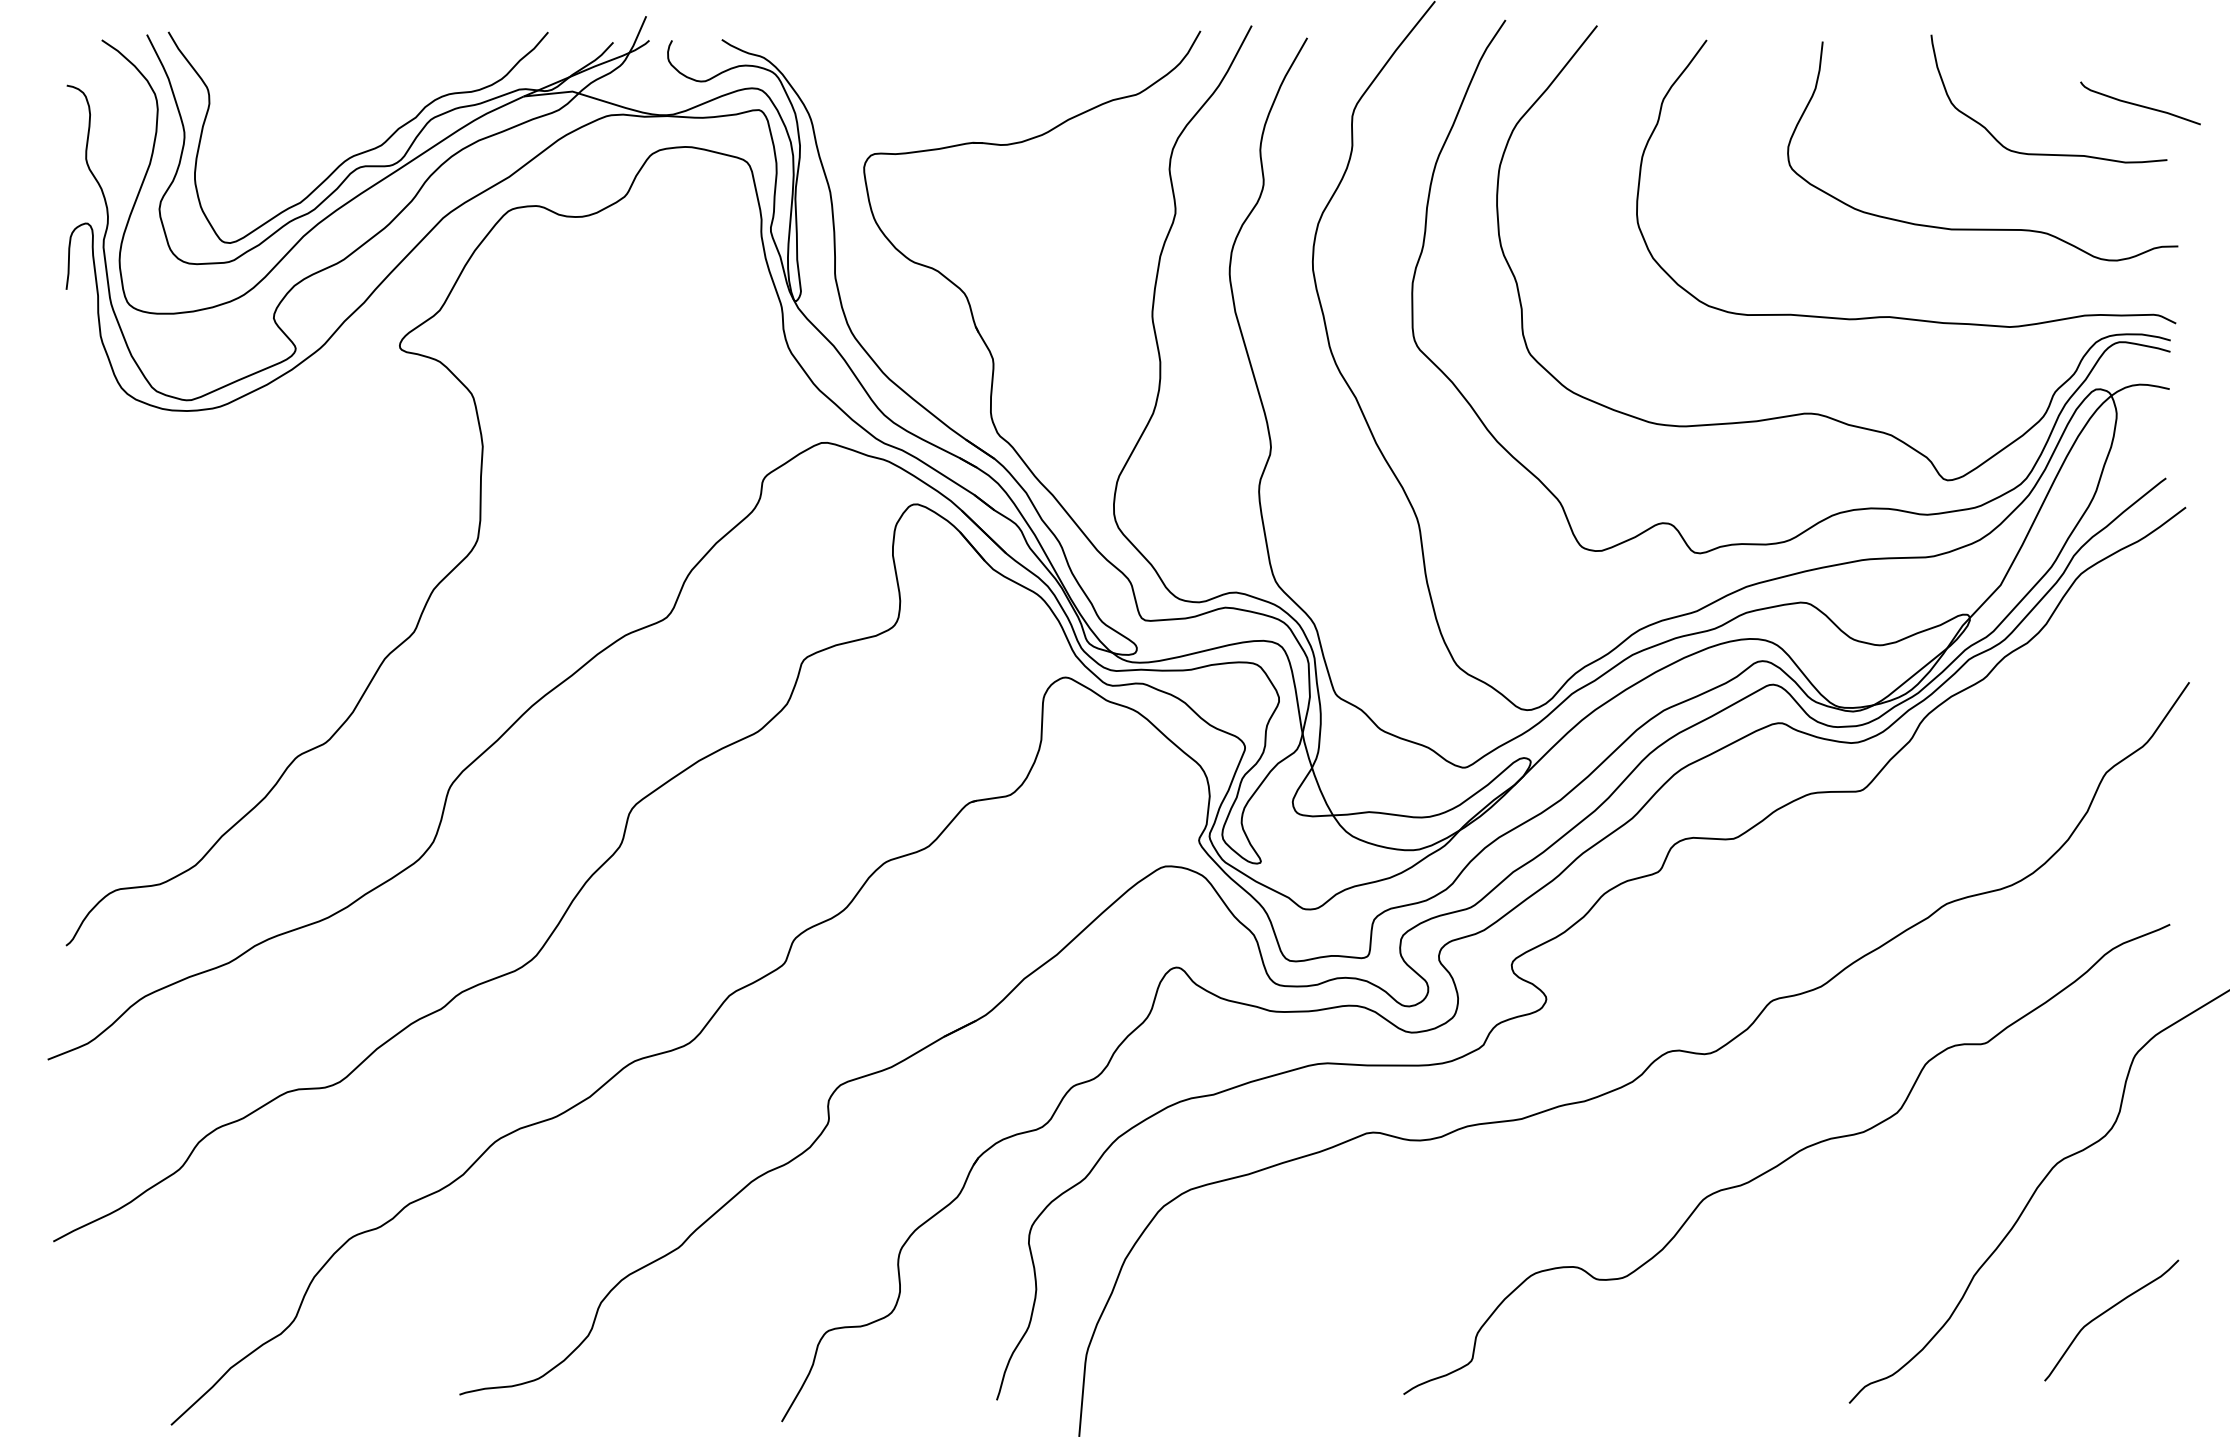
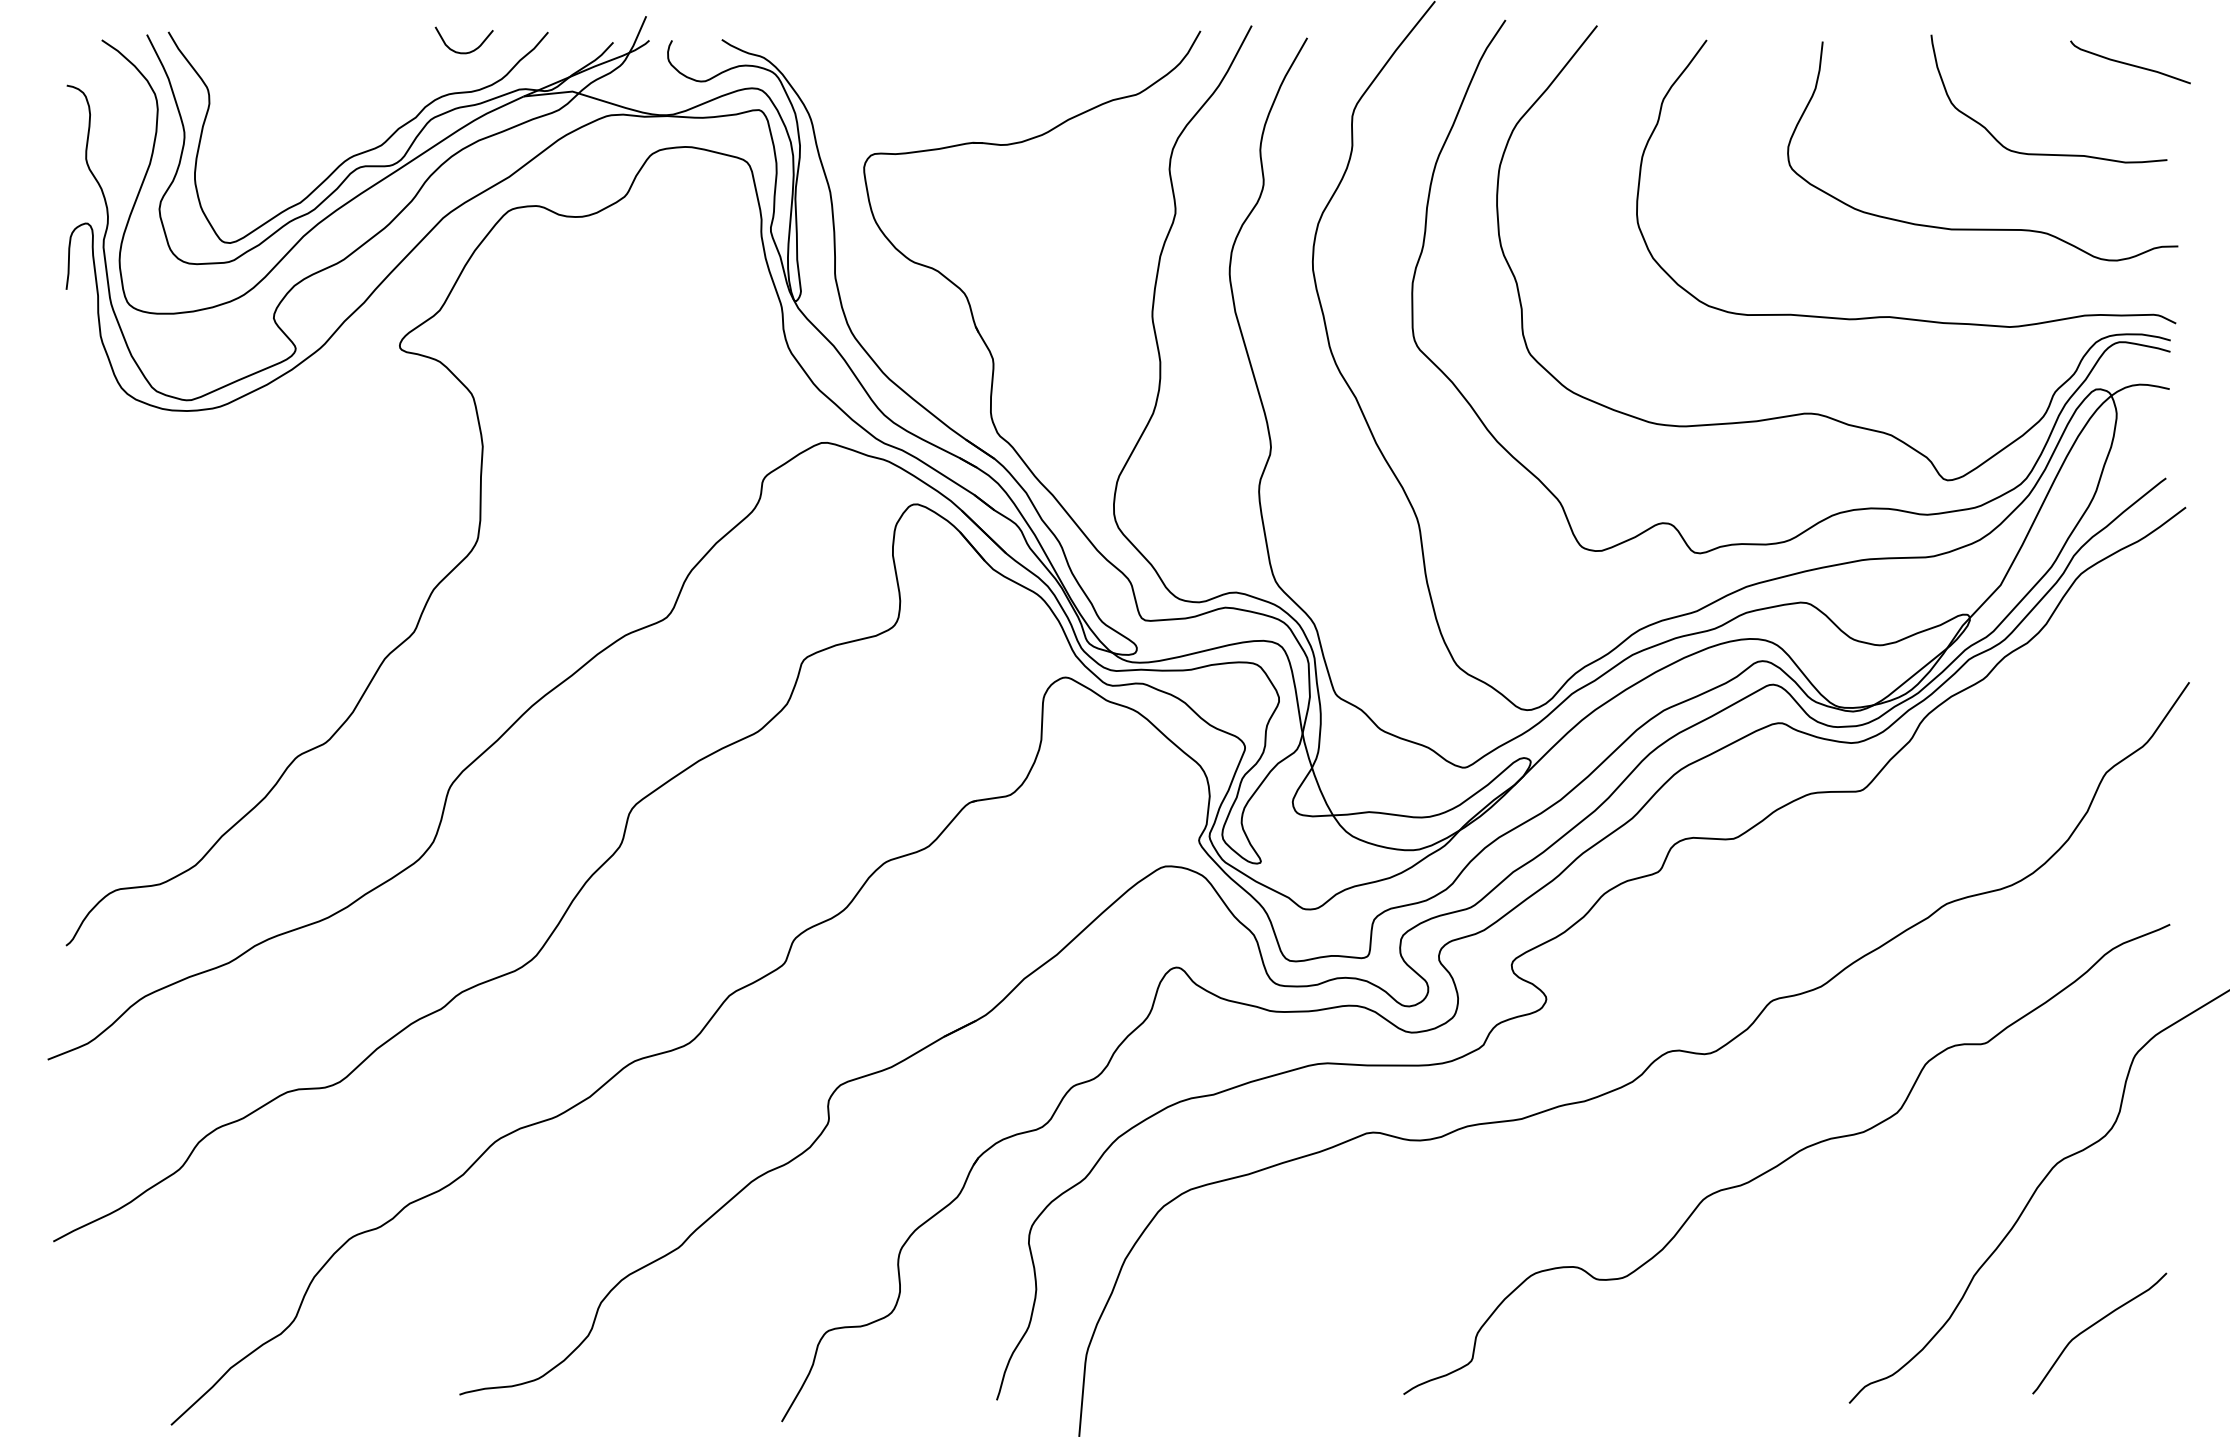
curve at (463, 52): none -> present
curve at (2139, 104) position: (2139, 104) -> (2129, 63)
curve at (2106, 1312) position: (2106, 1312) -> (2094, 1325)
